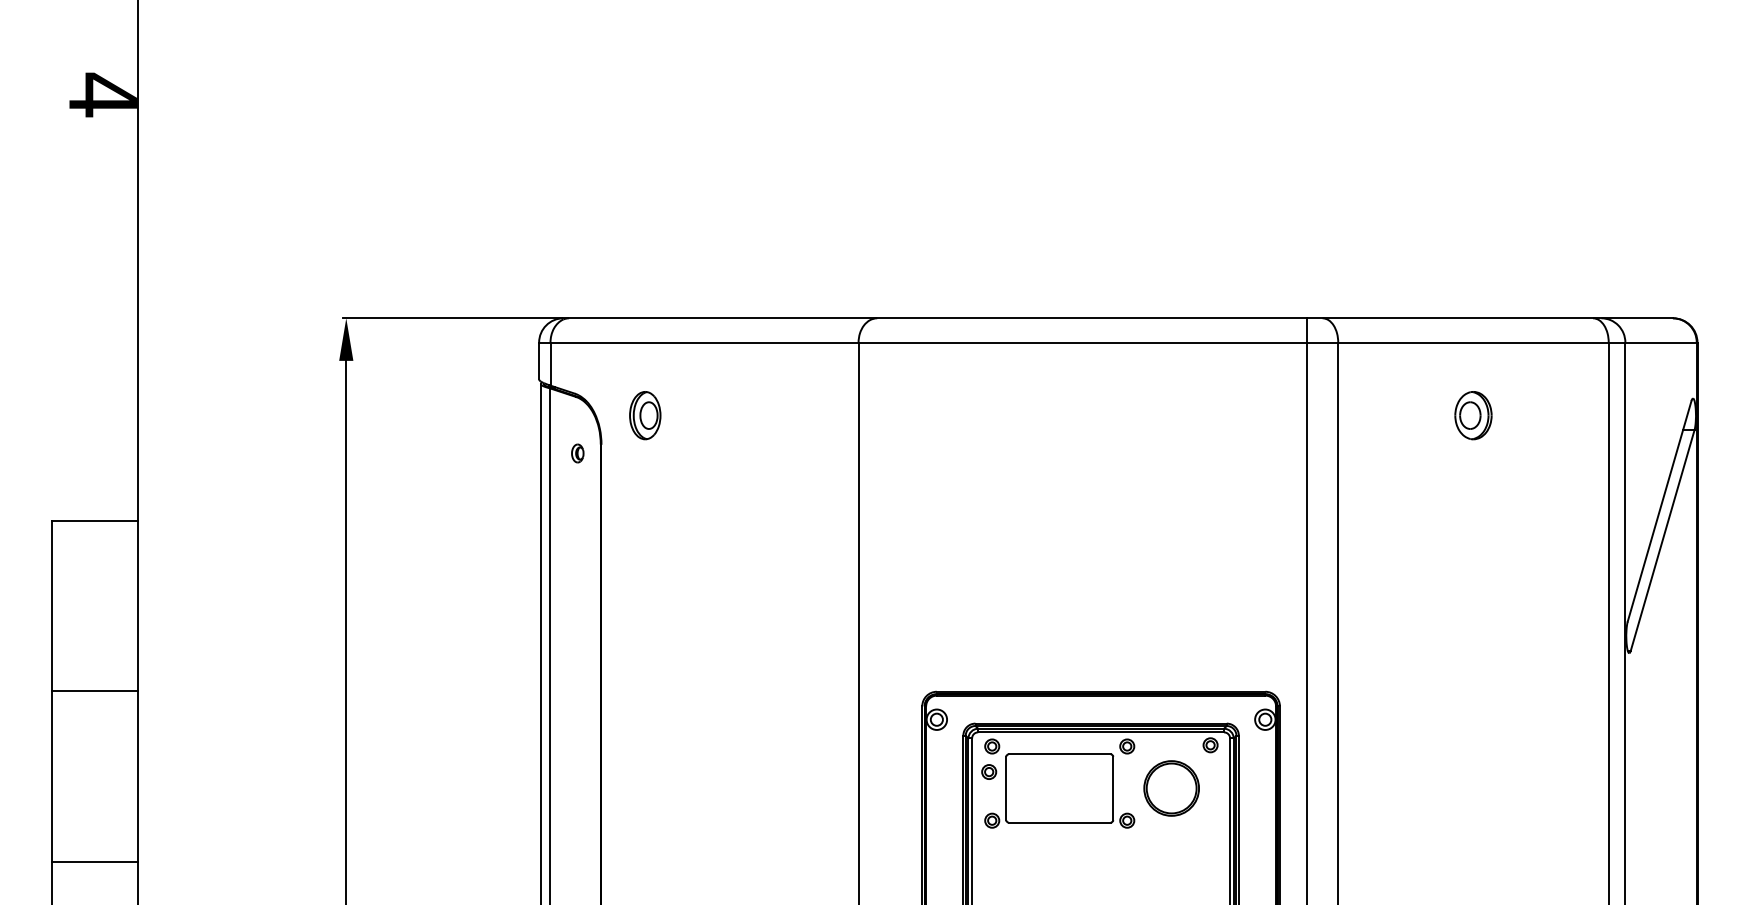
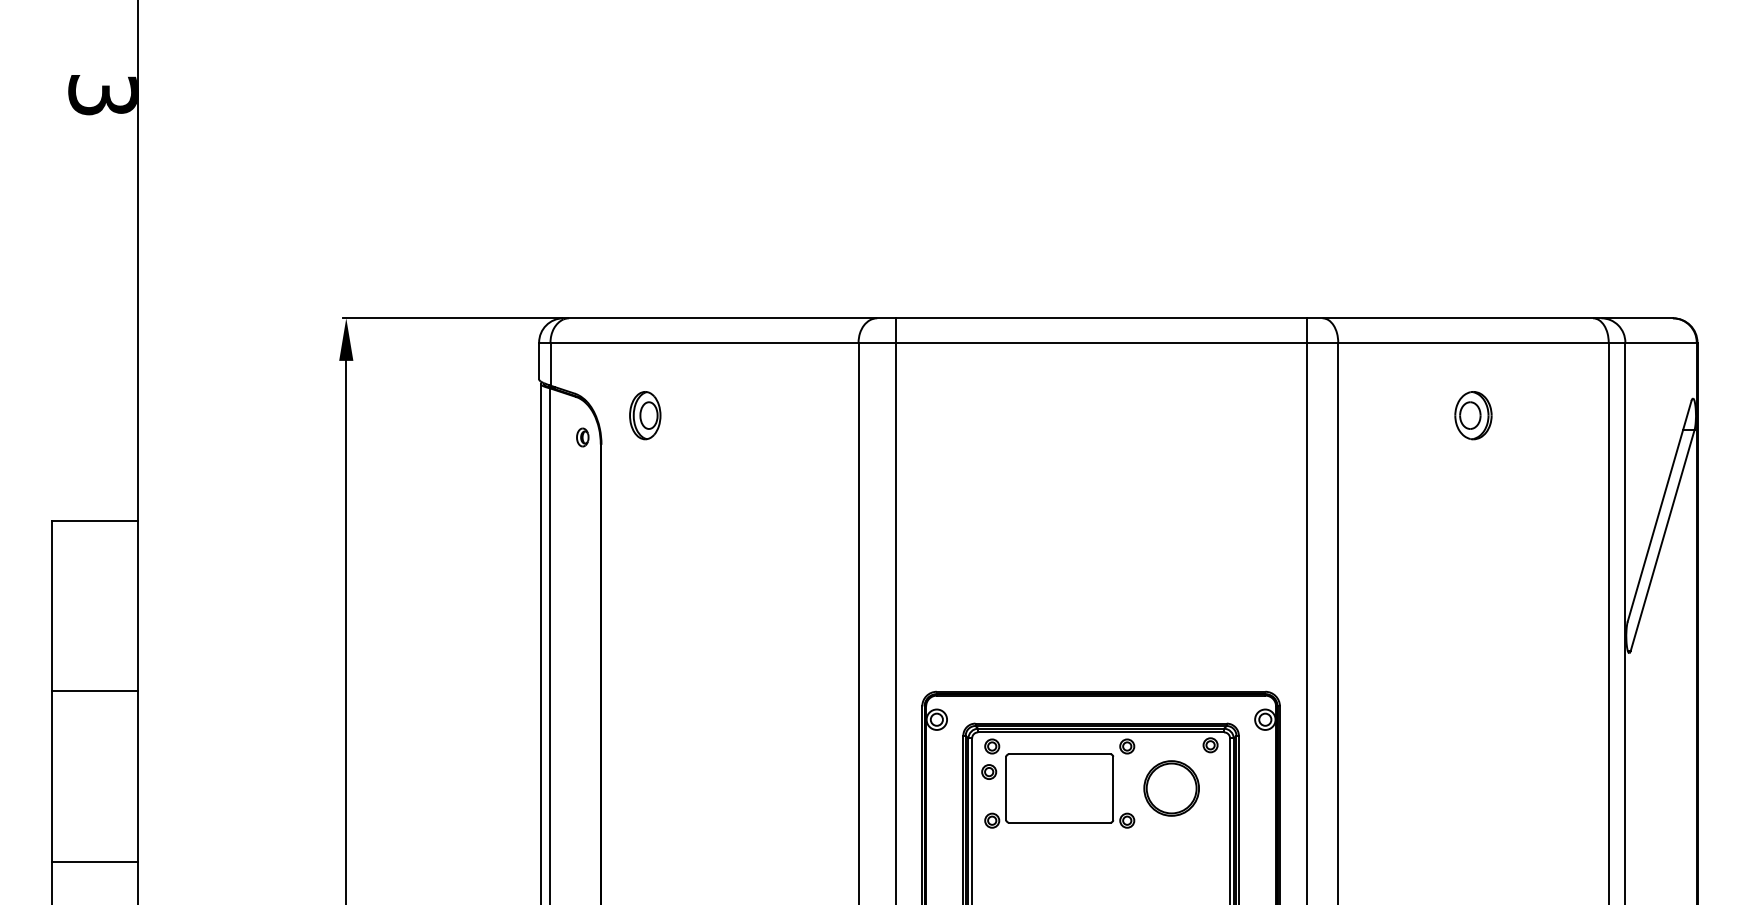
text at (102, 94): 4 -> 3
part at (577, 453) position: (577, 453) -> (582, 437)
line at (895, 609): none -> present
